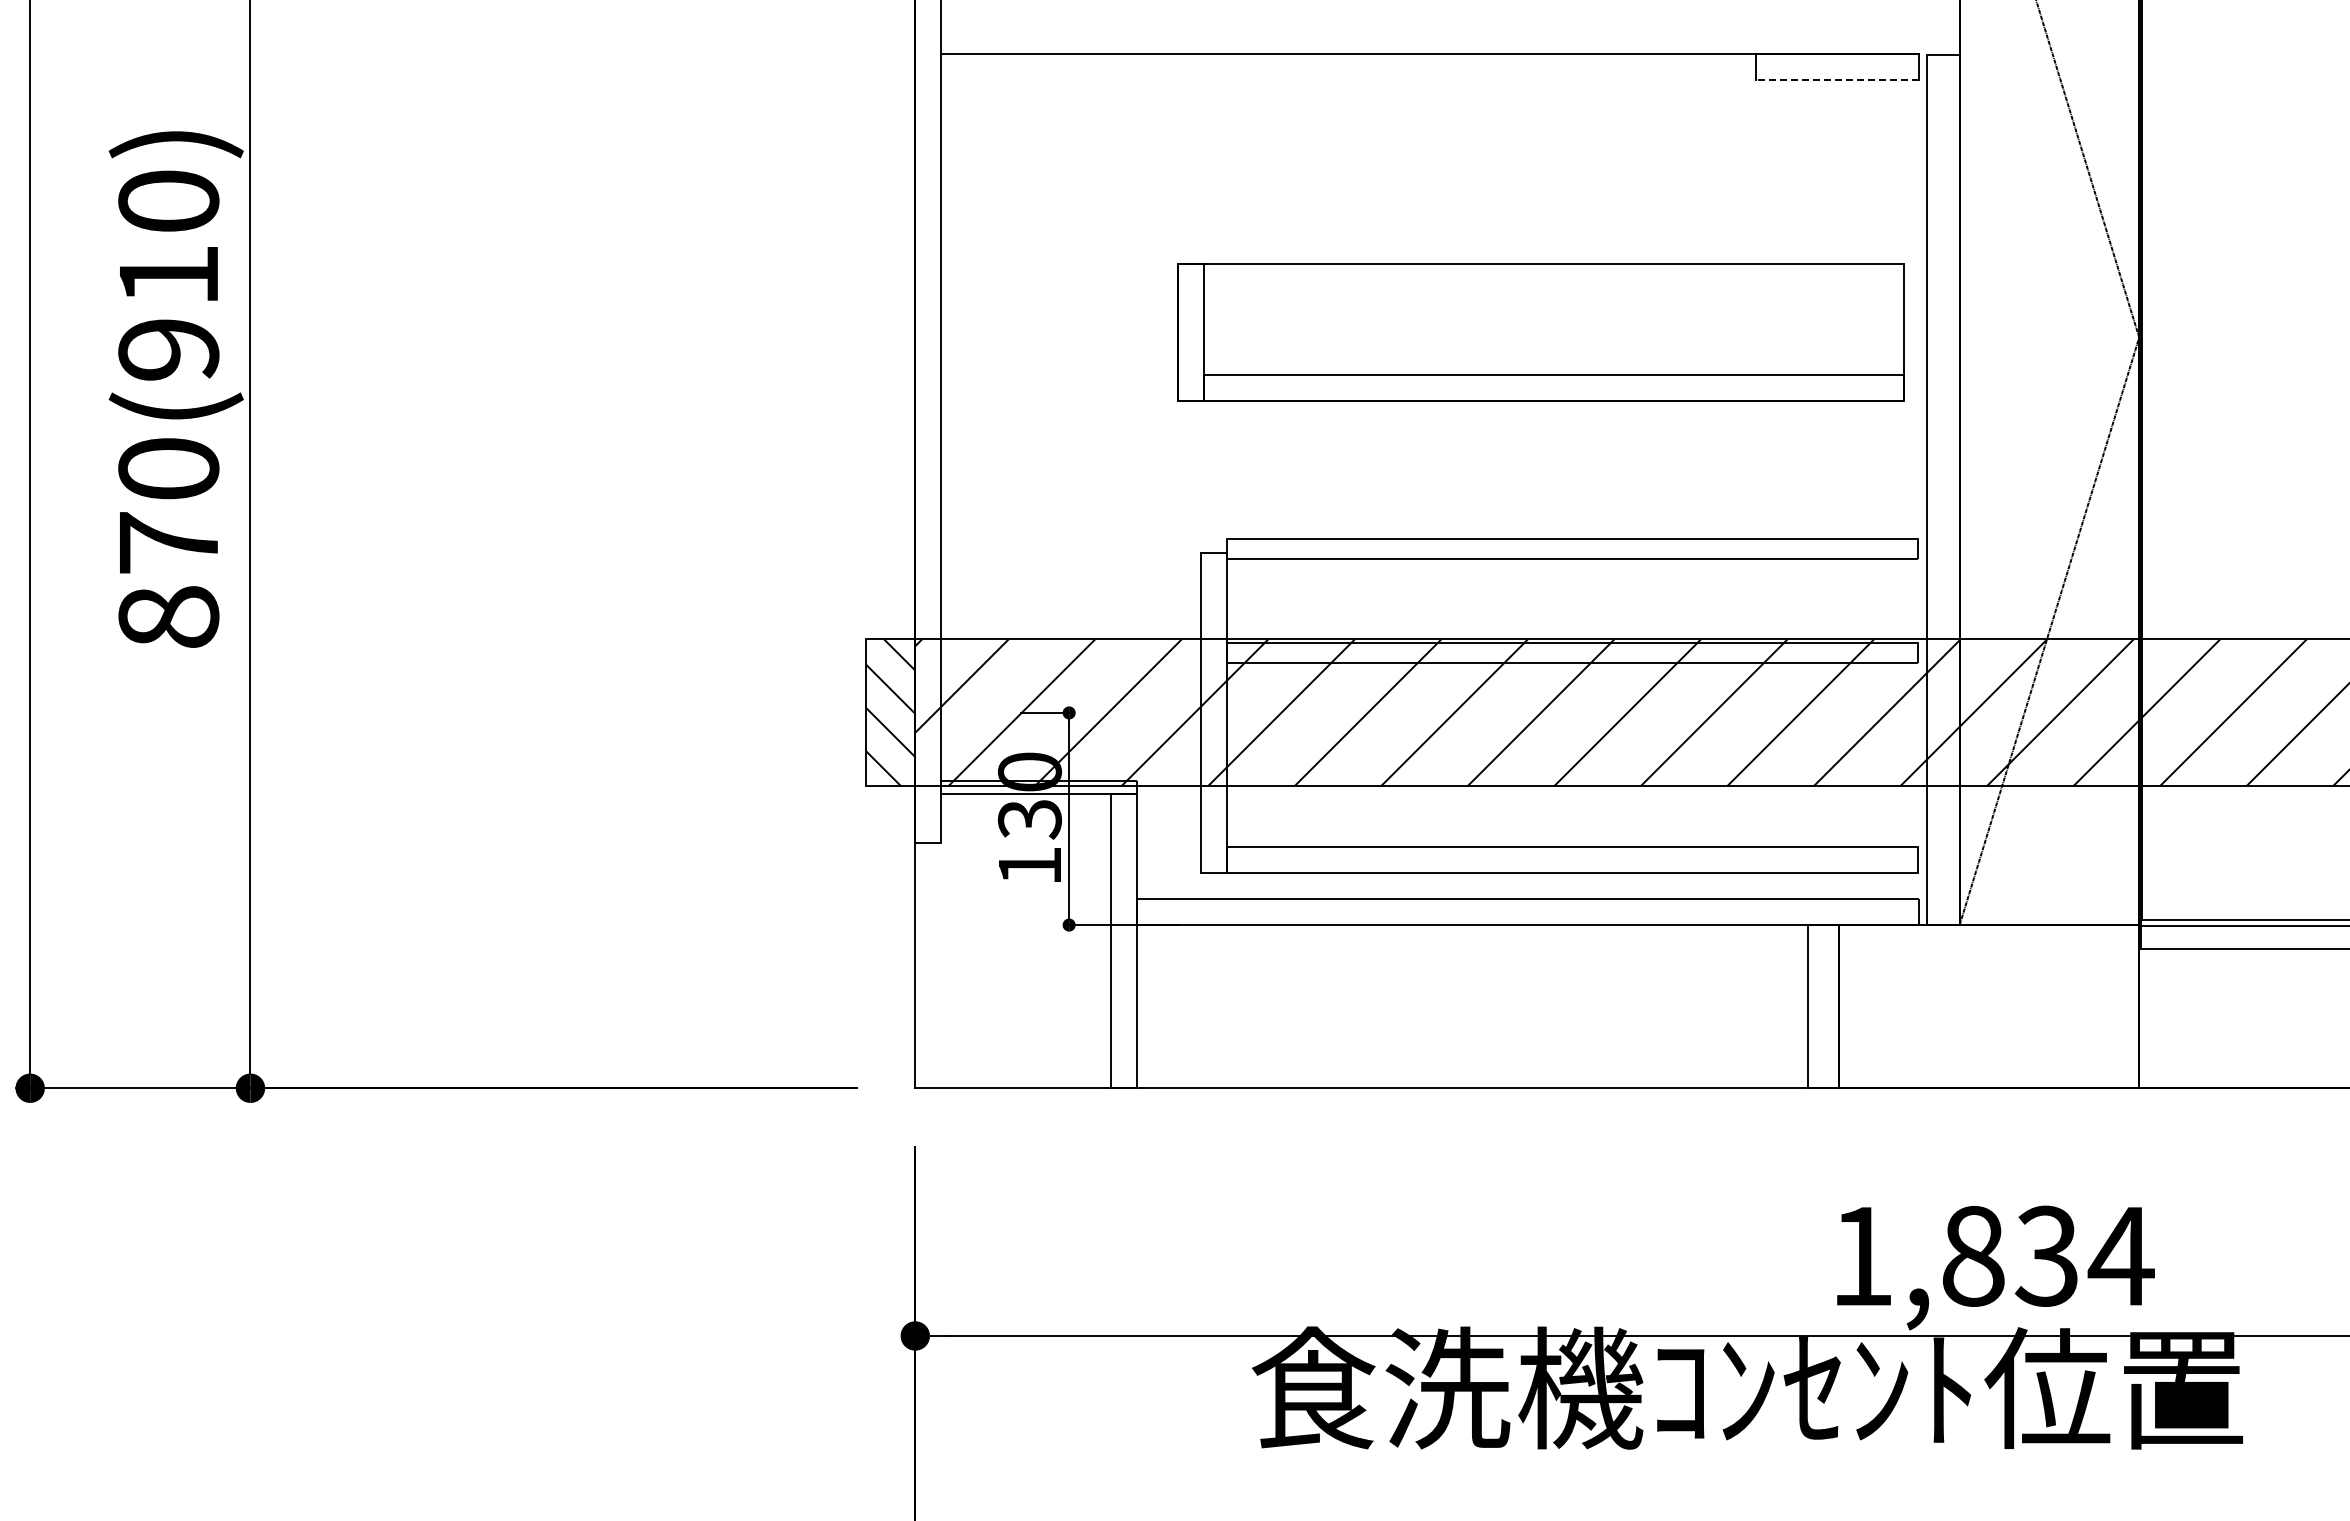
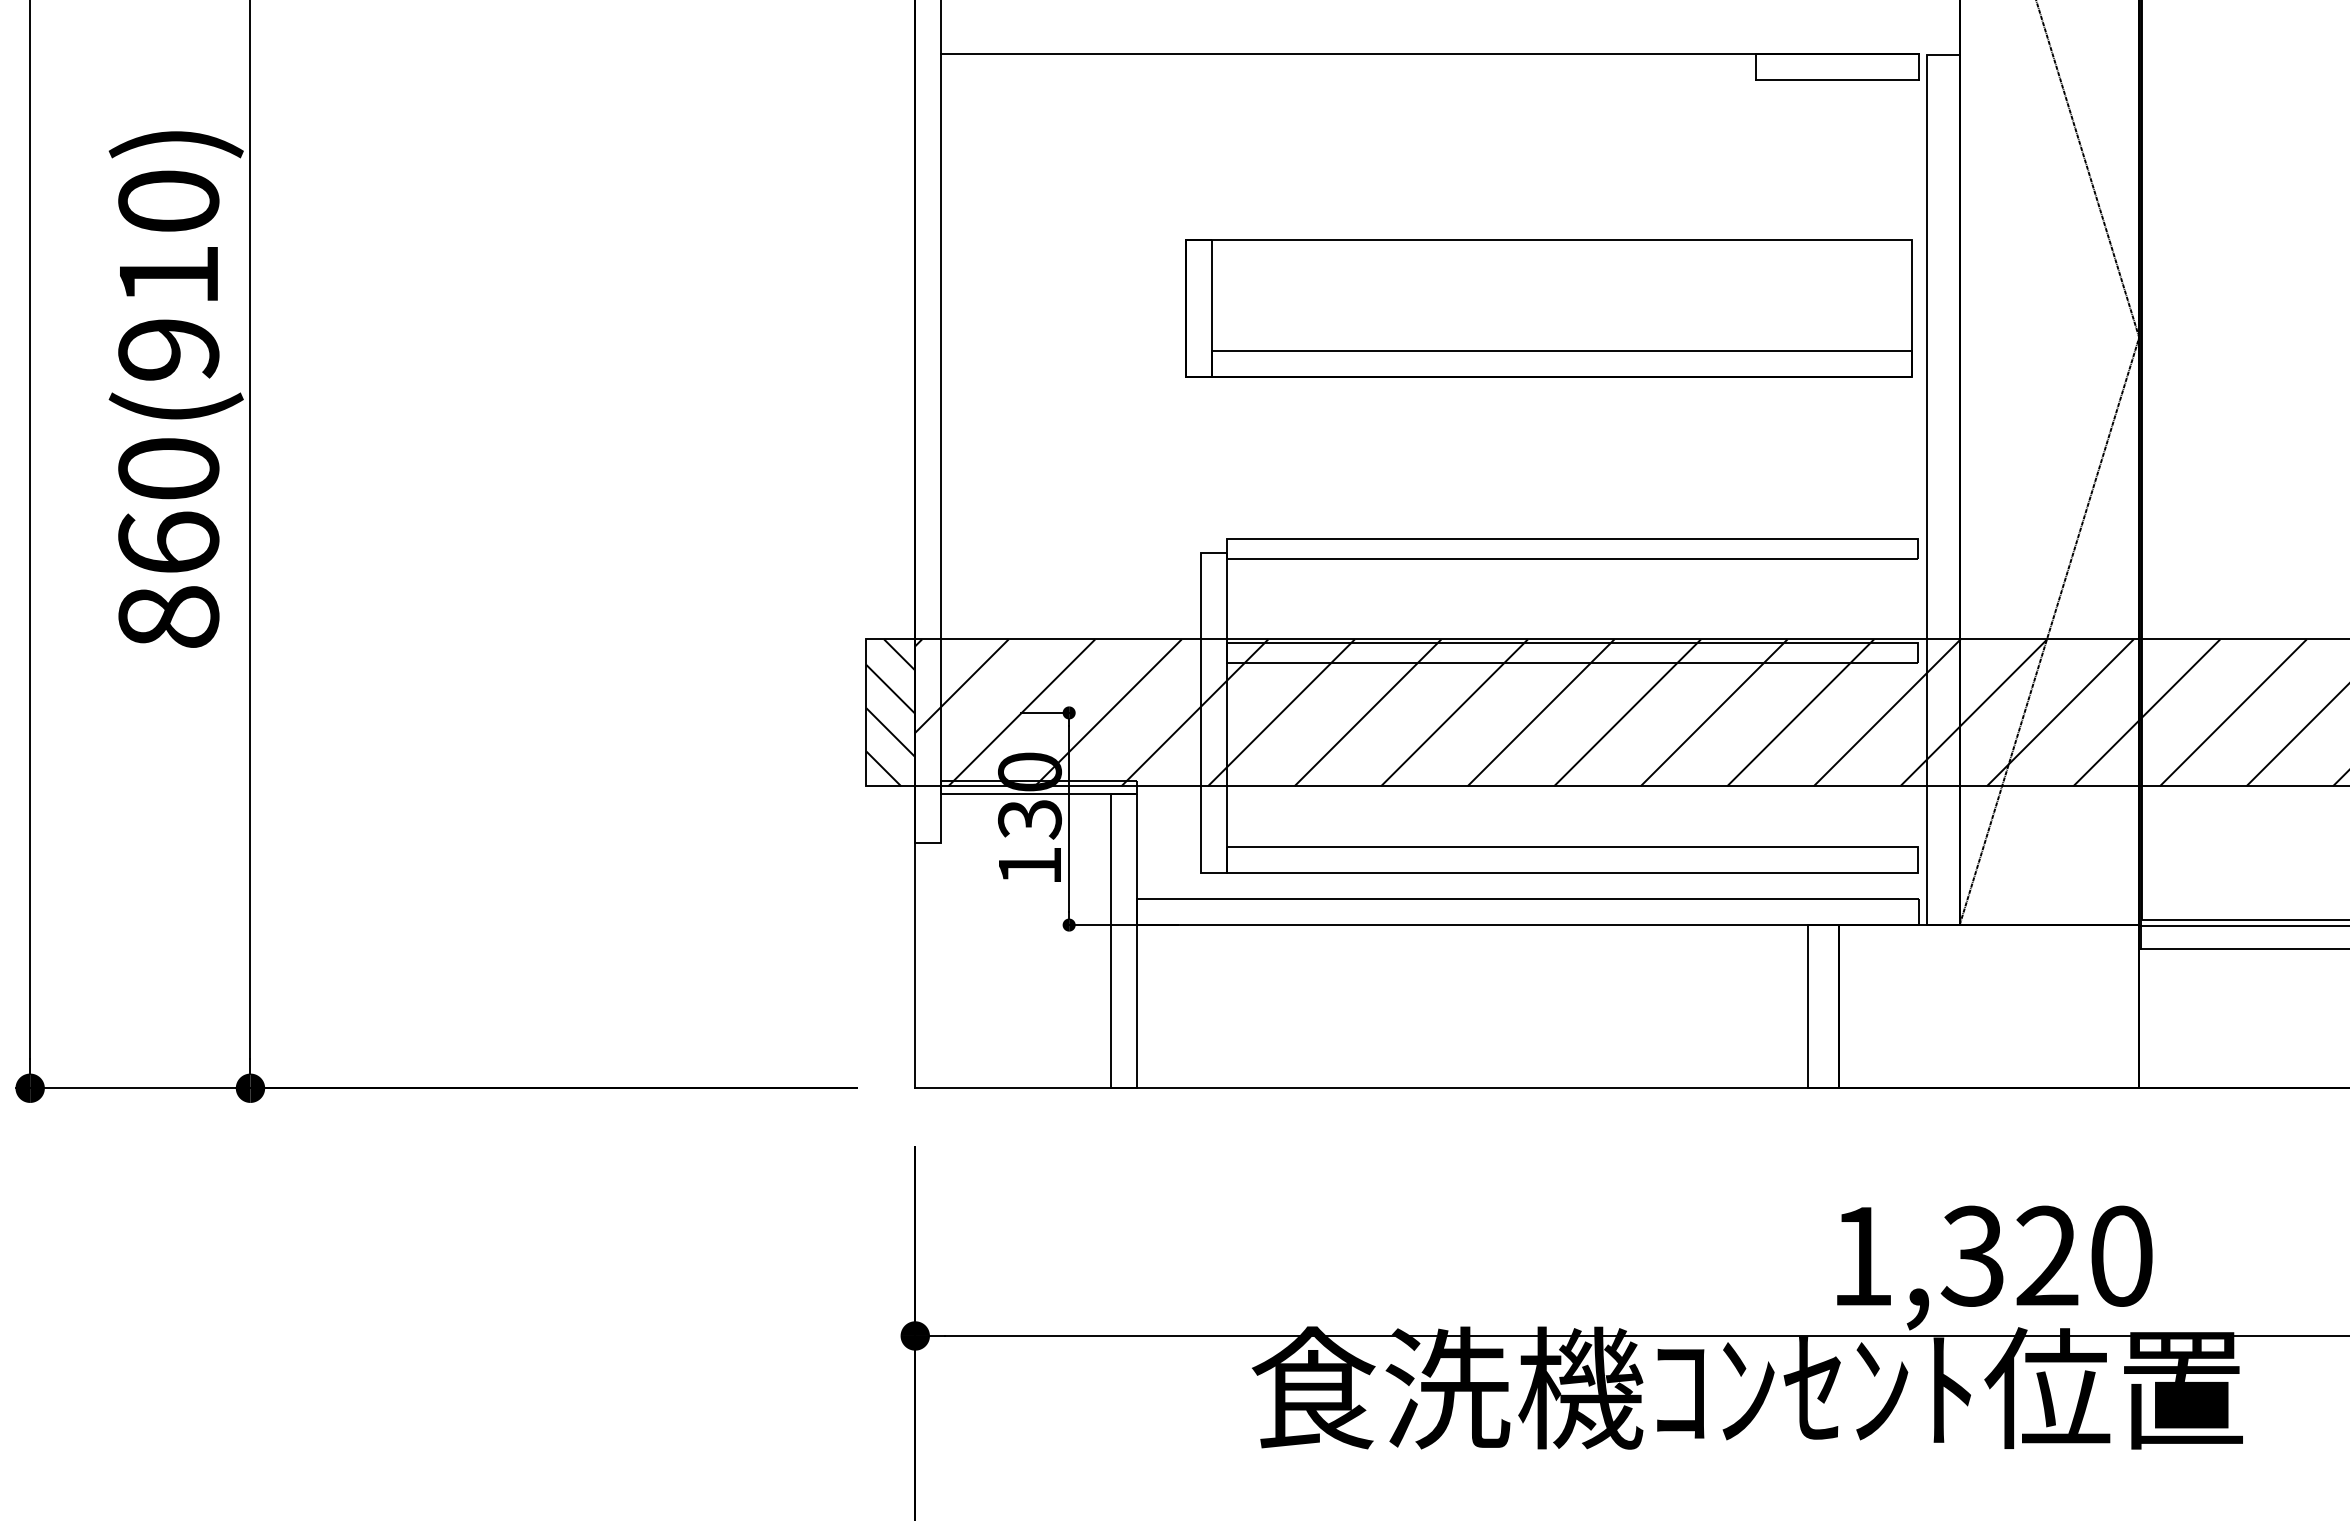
line at (1837, 79): dashed -> solid
part at (1540, 332) position: (1540, 332) -> (1548, 308)
text at (168, 542): 870(910) -> 860(910)
text at (2047, 1255): 1,834 -> 1,320
